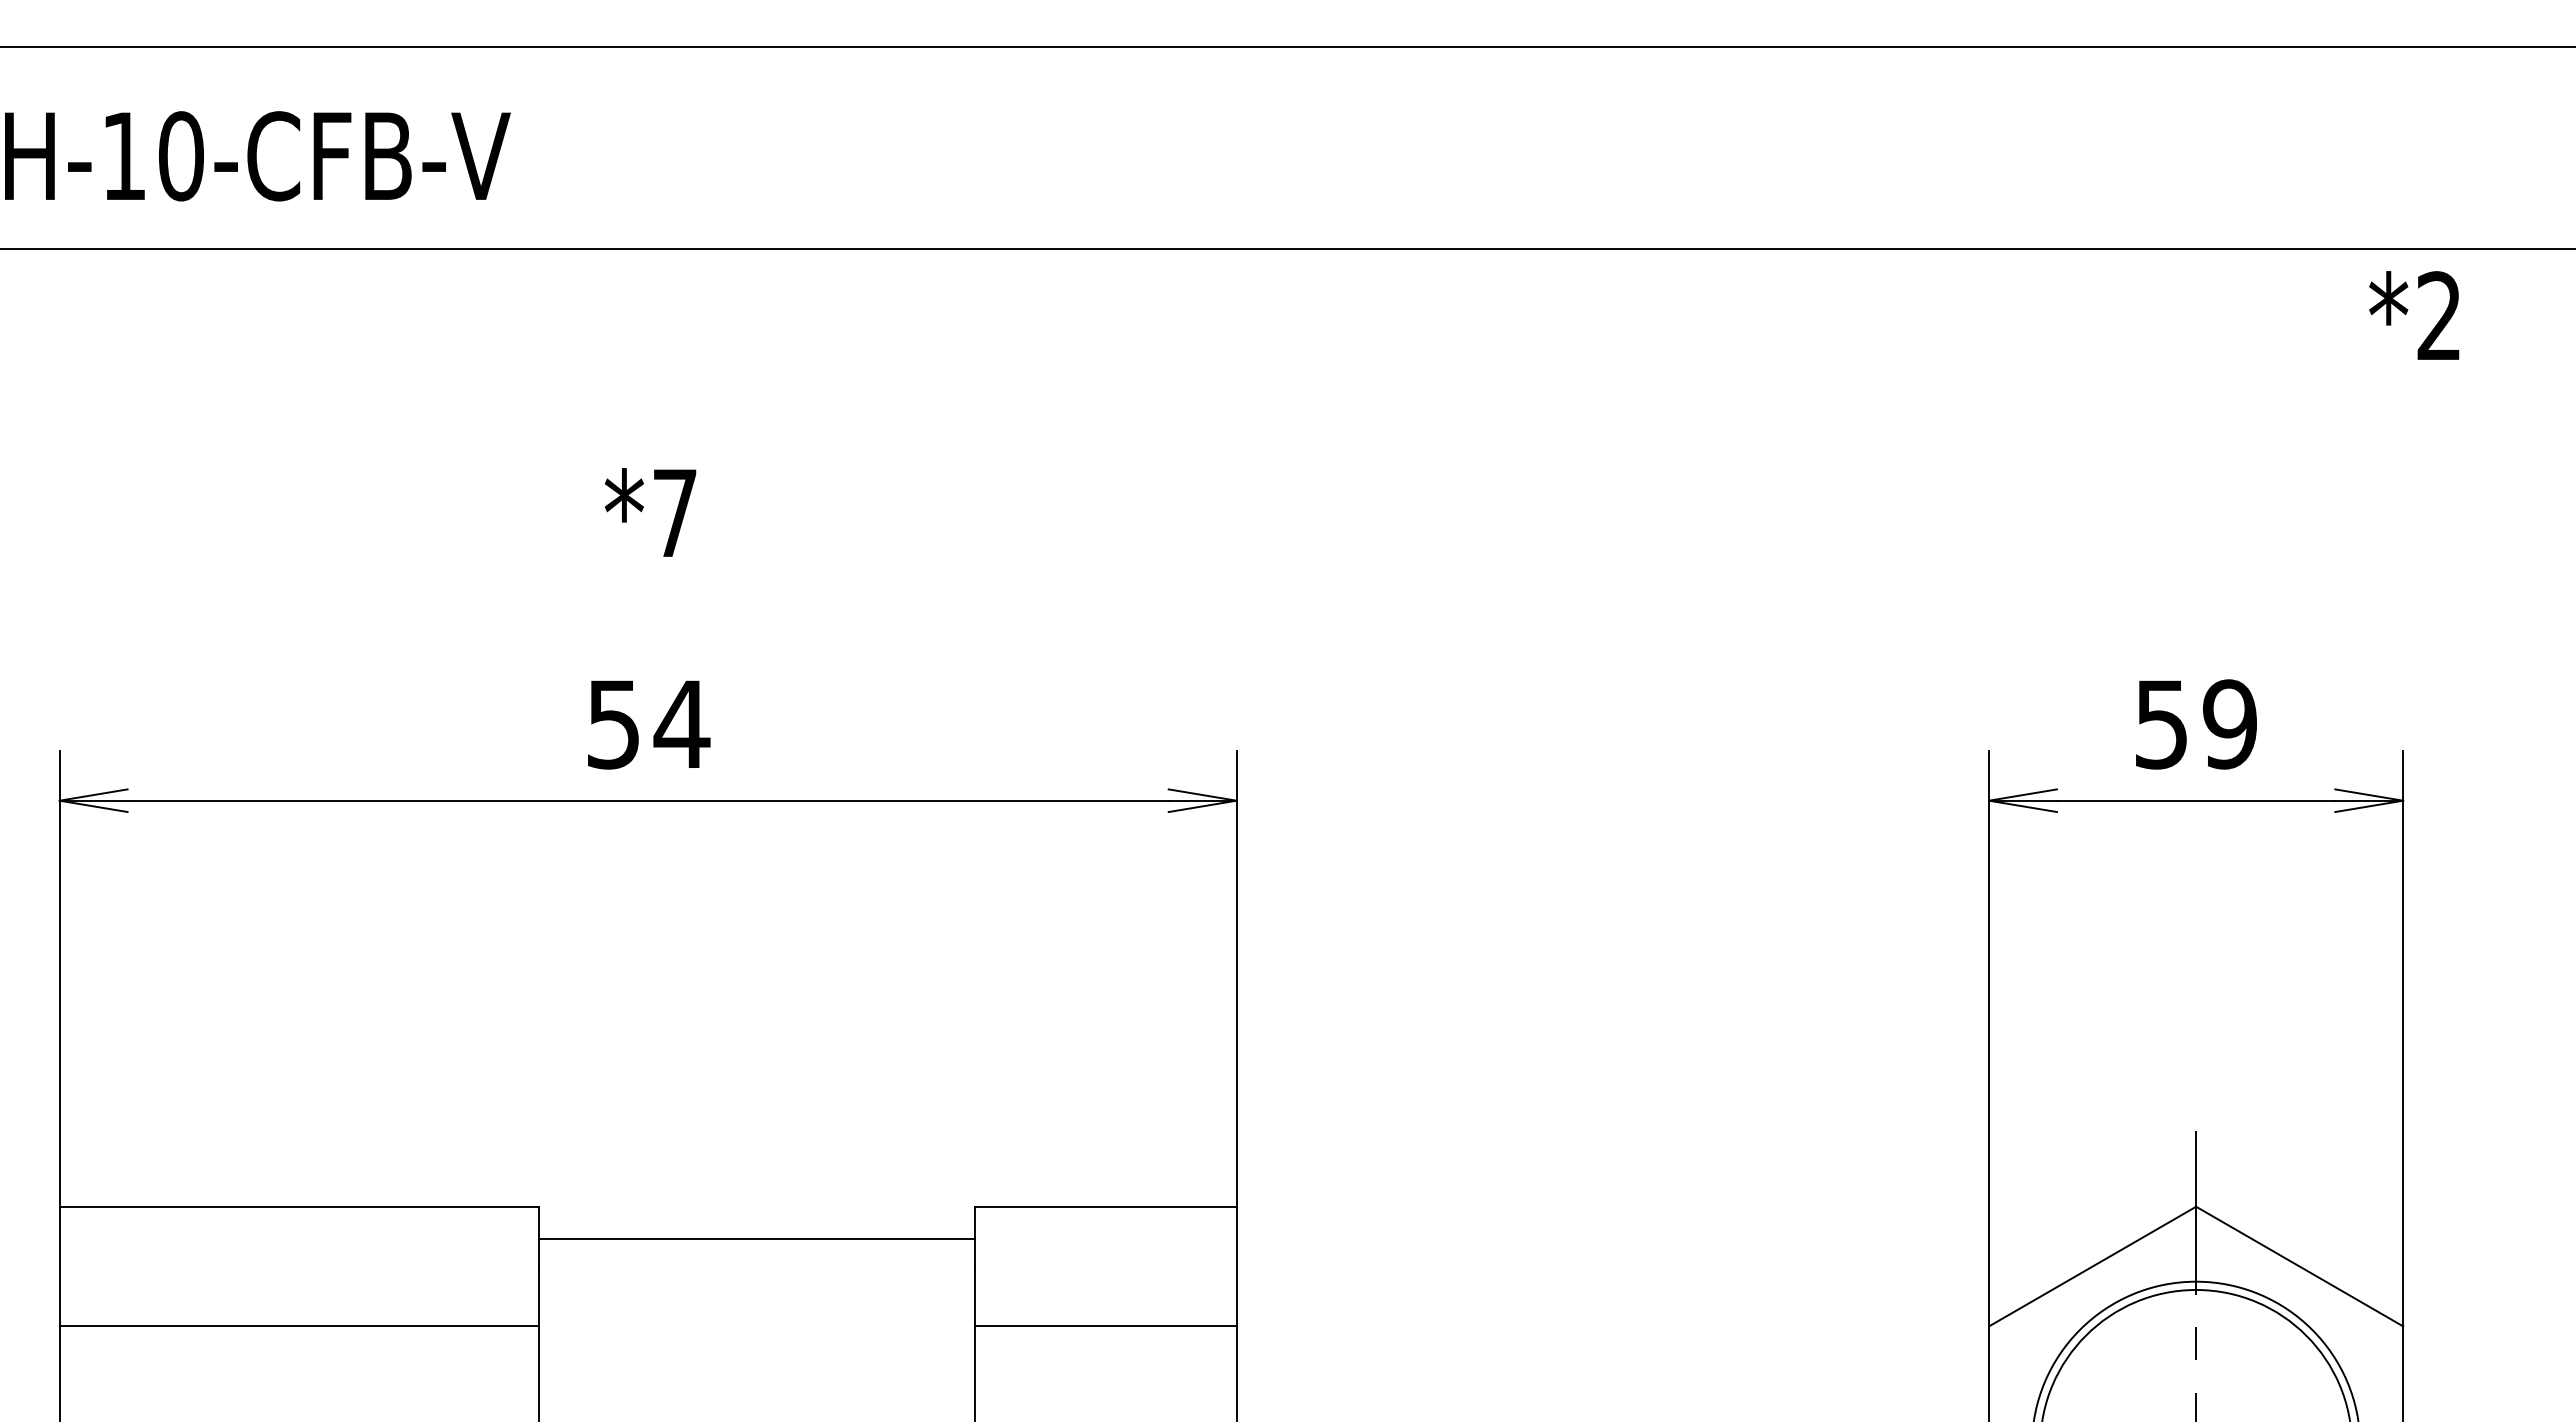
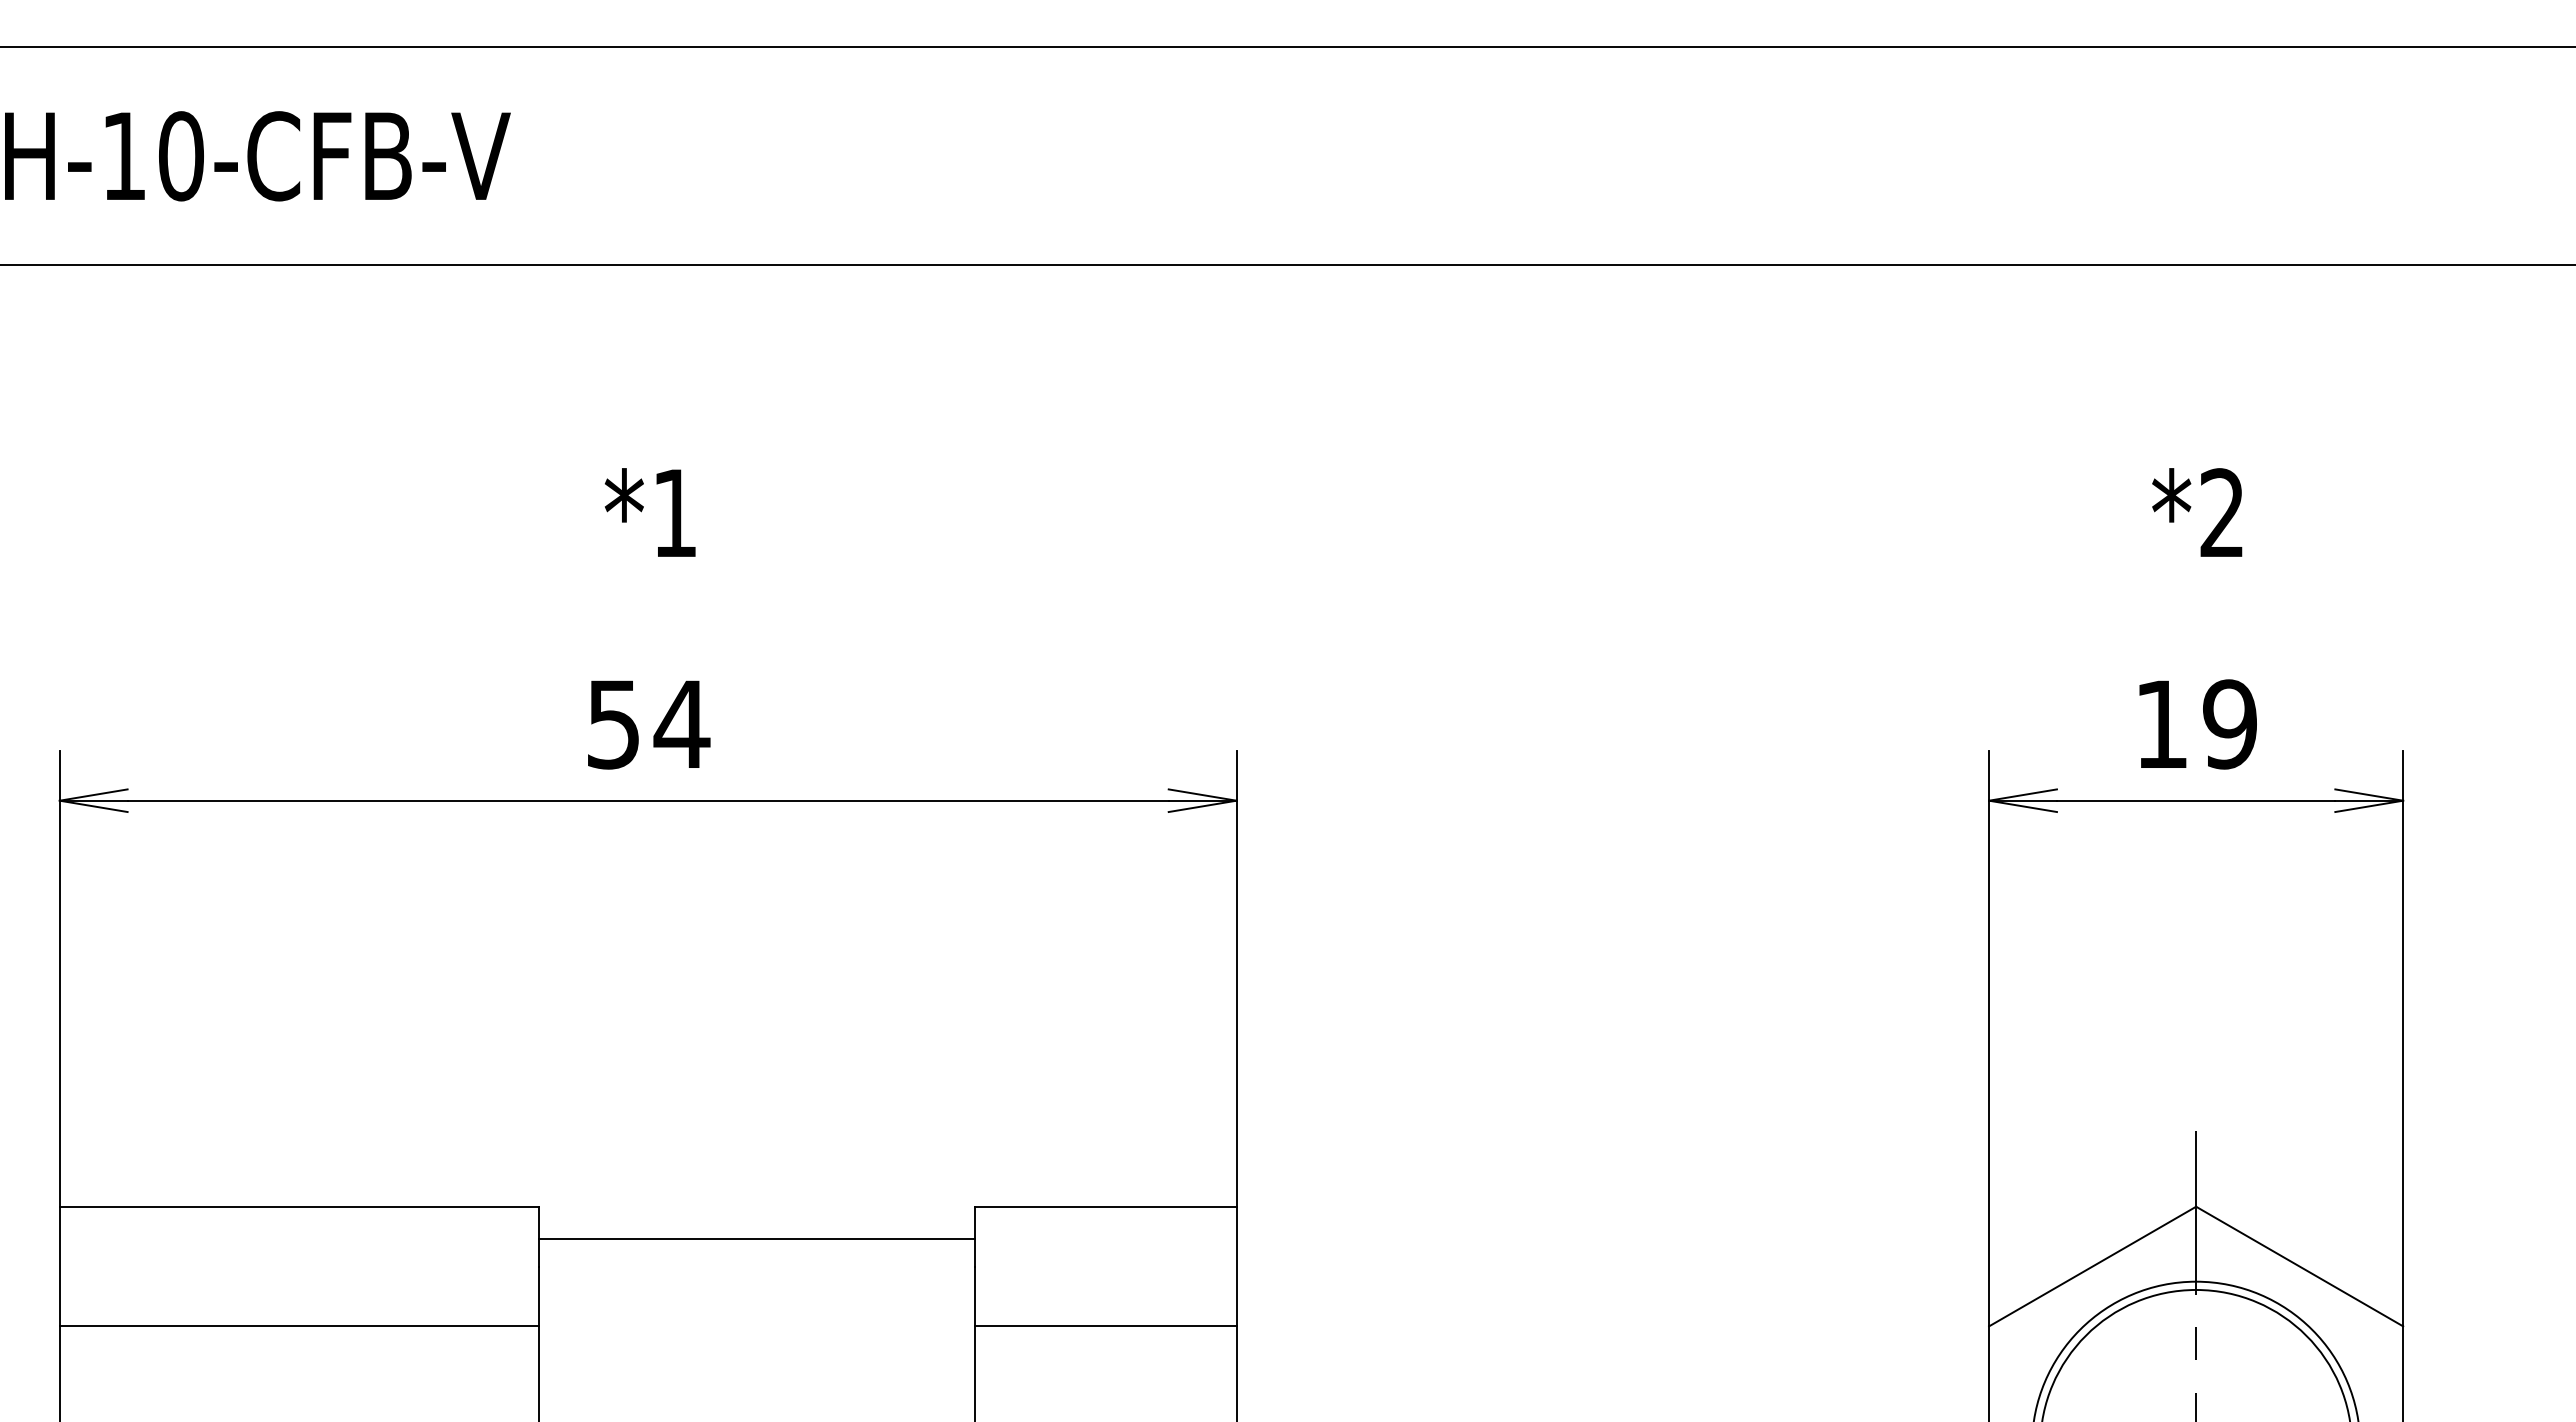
line at (1287, 249) position: (1287, 249) -> (1287, 265)
text at (2414, 315) position: (2414, 315) -> (2197, 512)
text at (675, 512): *7 -> *1
text at (2161, 724): 59 -> 19
